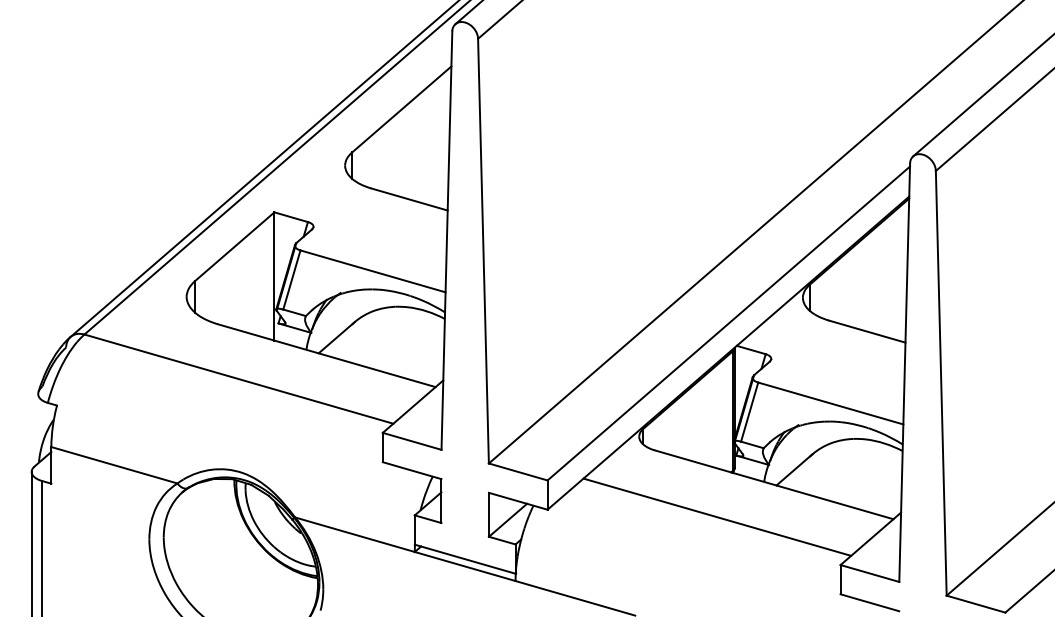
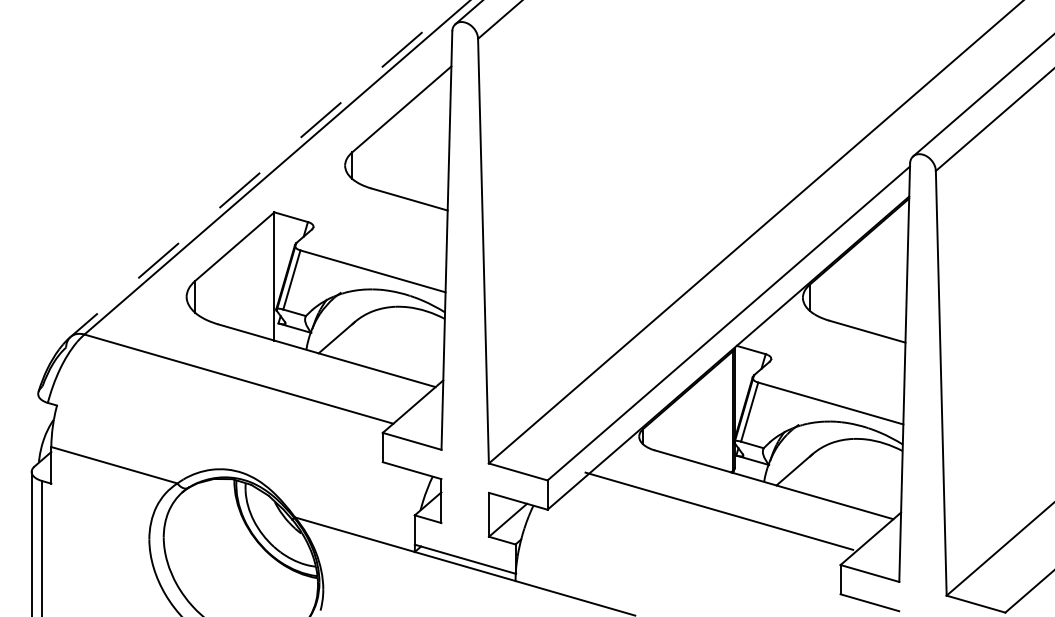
line at (264, 168): solid -> dashed
line at (717, 516) position: (717, 516) -> (719, 510)
